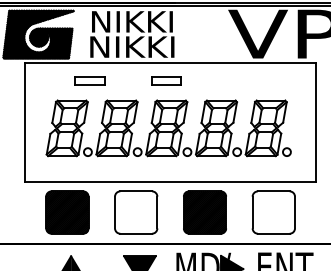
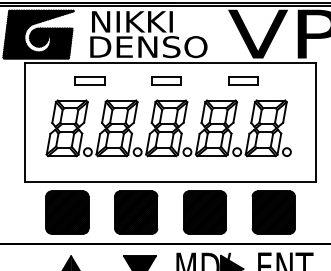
text at (150, 47): NIKKI -> DENSO
part at (243, 80): none -> present
hatch at (136, 212): none -> present
hatch at (273, 212): none -> present
